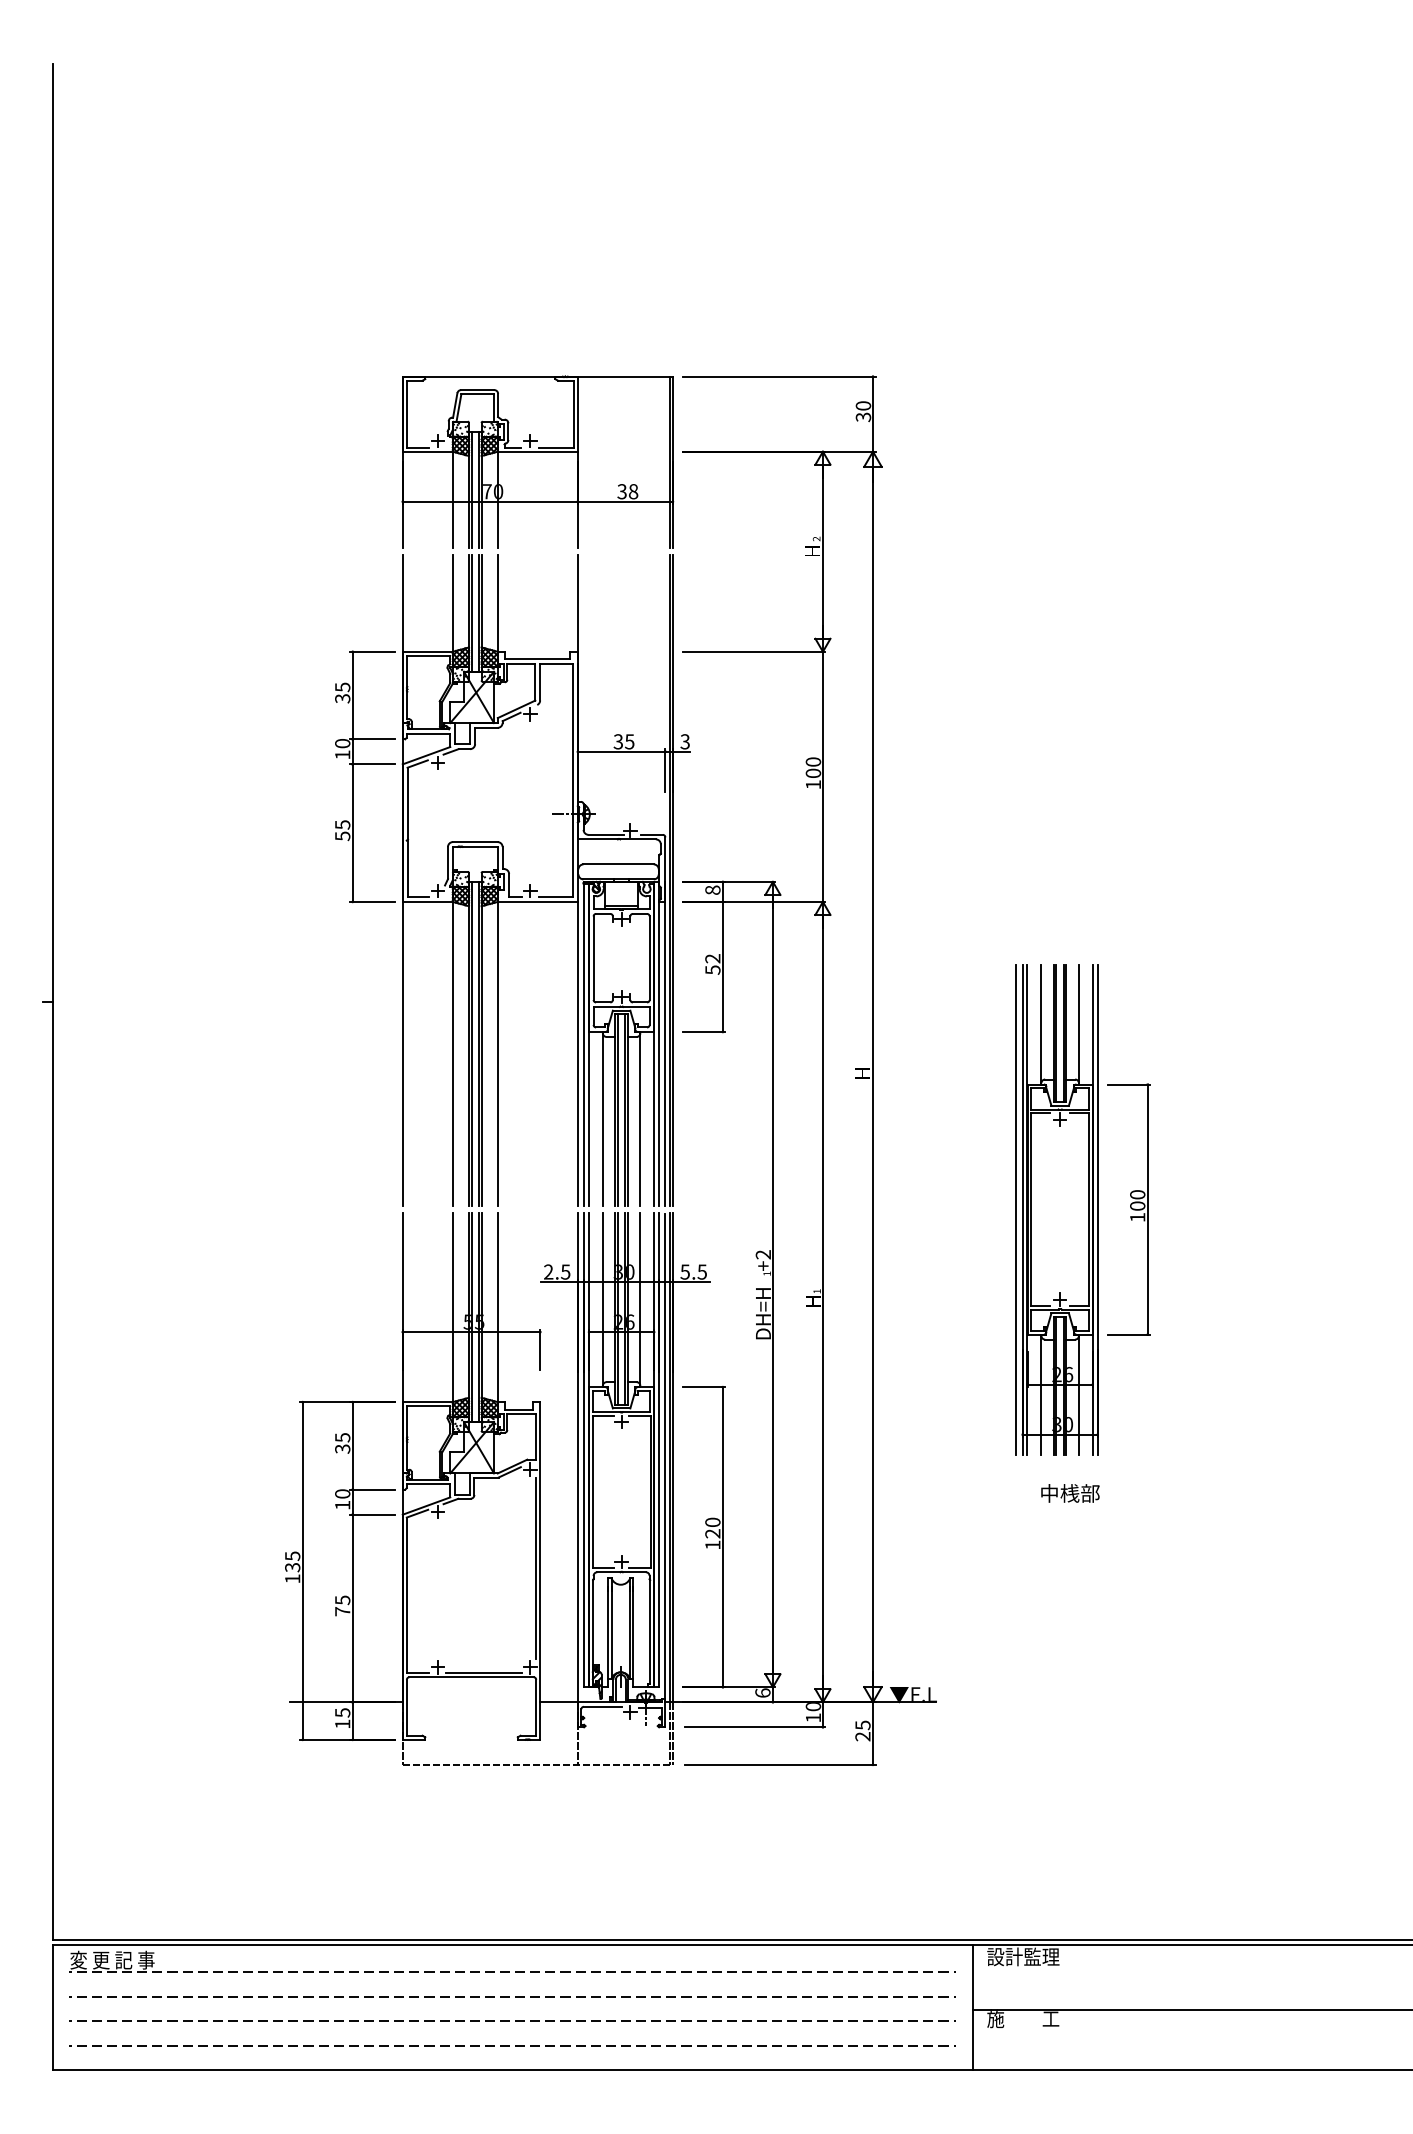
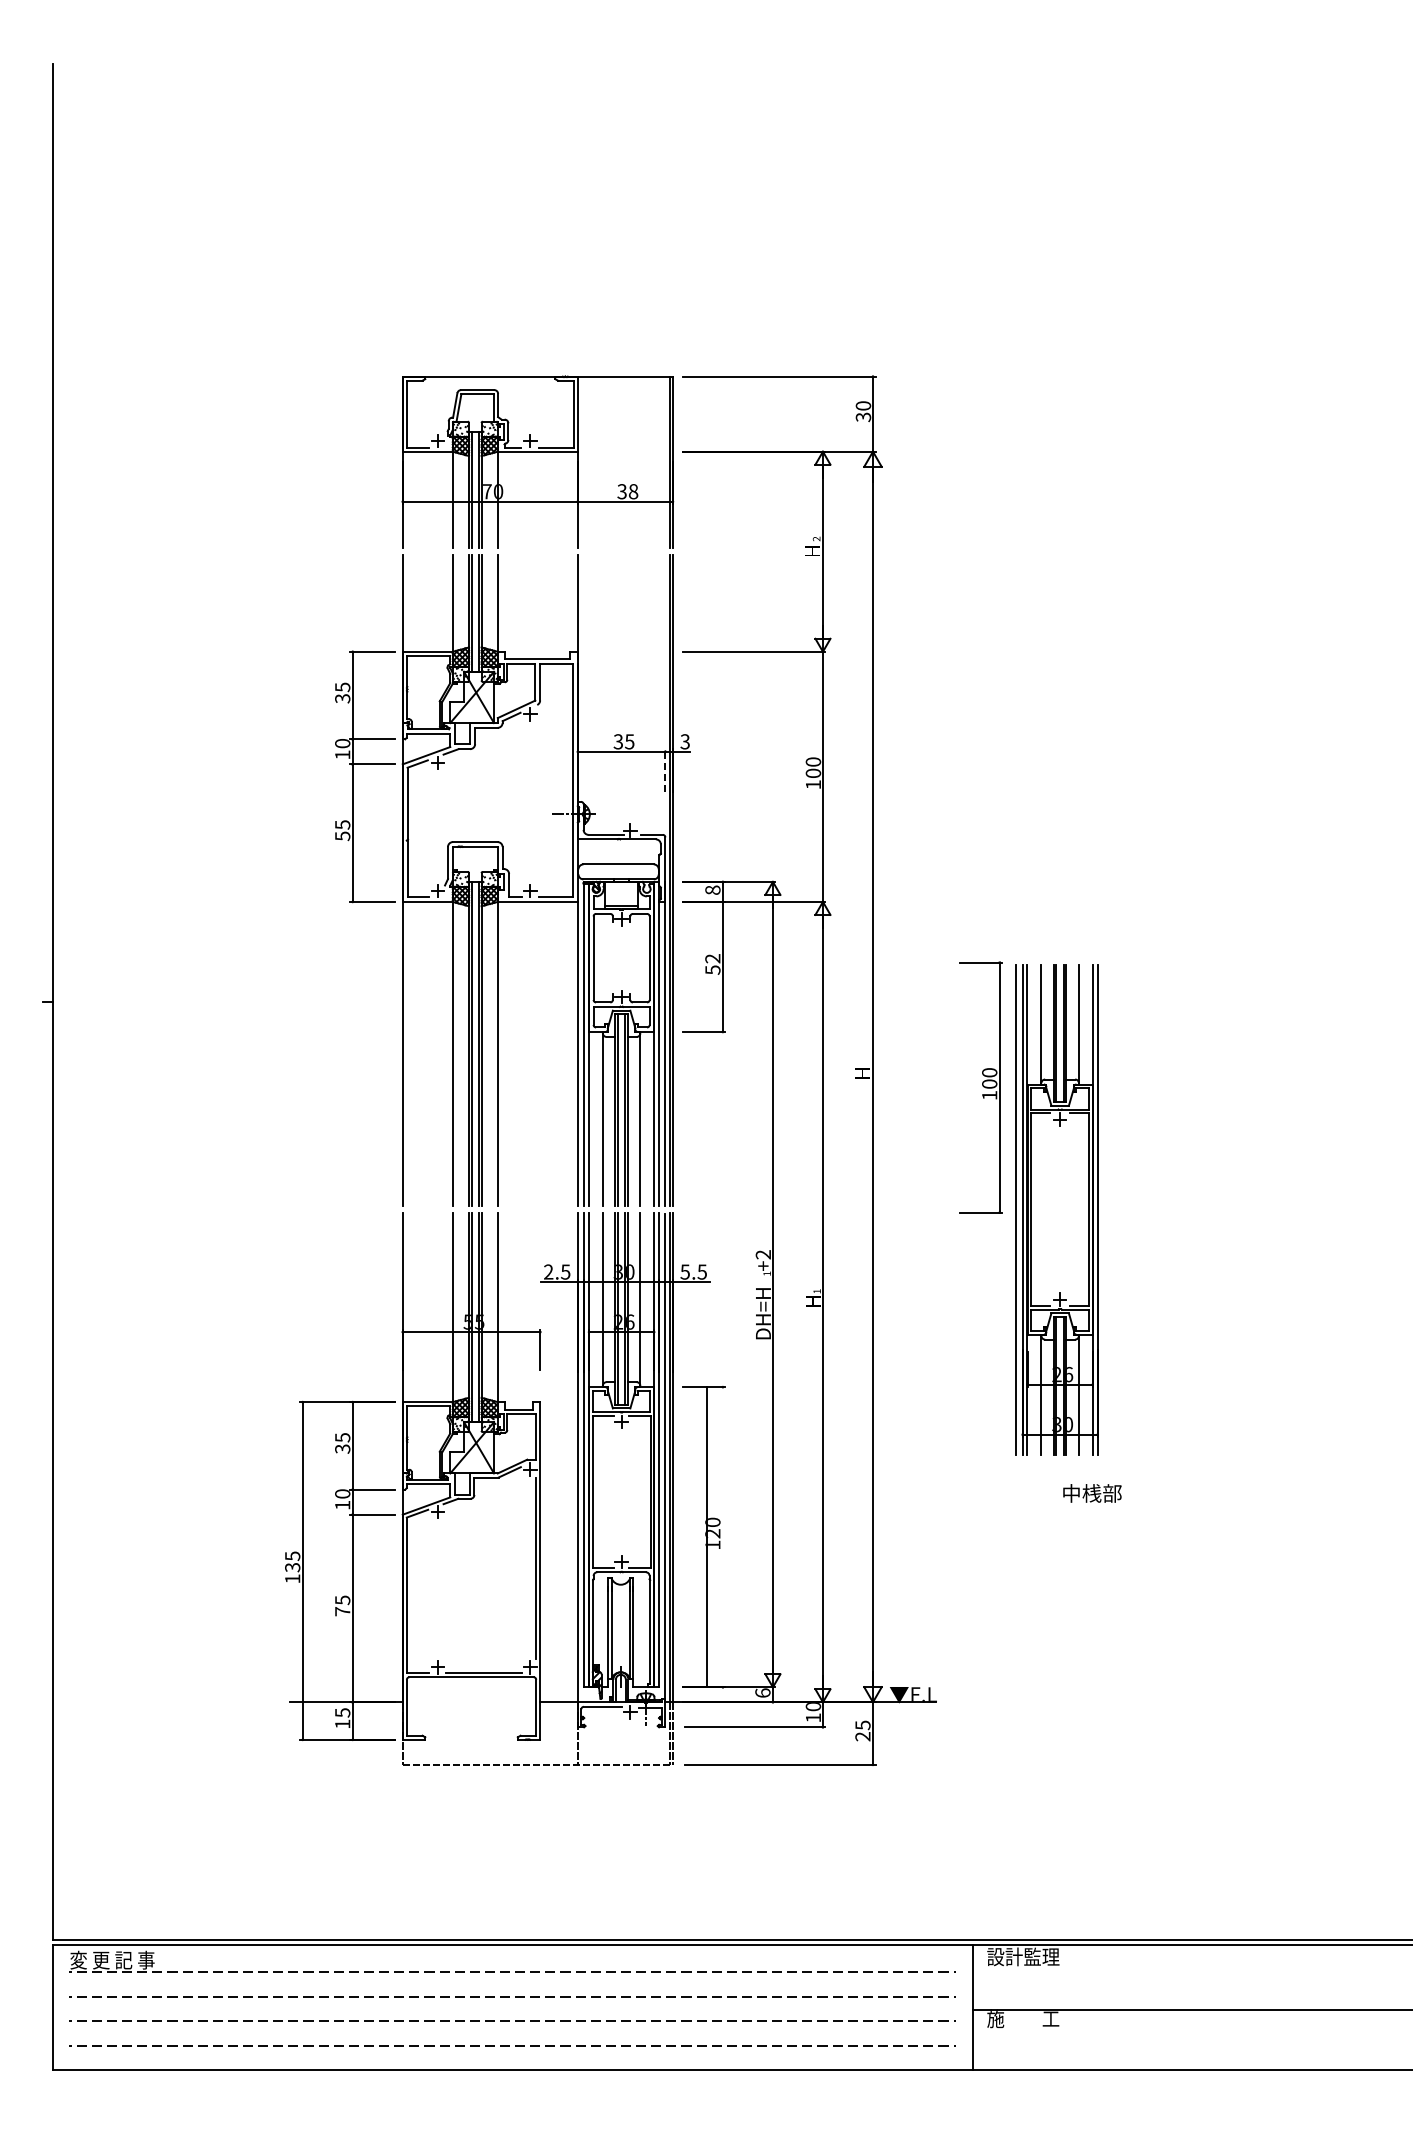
line at (665, 770): solid -> dashed
part at (1128, 1209) position: (1128, 1209) -> (980, 1087)
text at (1070, 1493) position: (1070, 1493) -> (1092, 1493)
line at (722, 1537) position: (722, 1537) -> (706, 1537)
